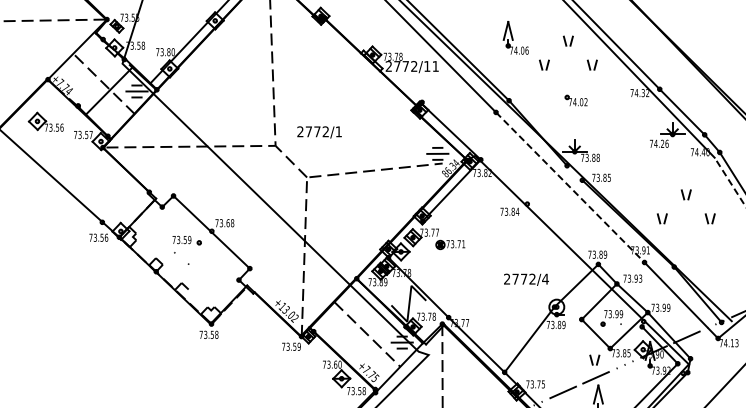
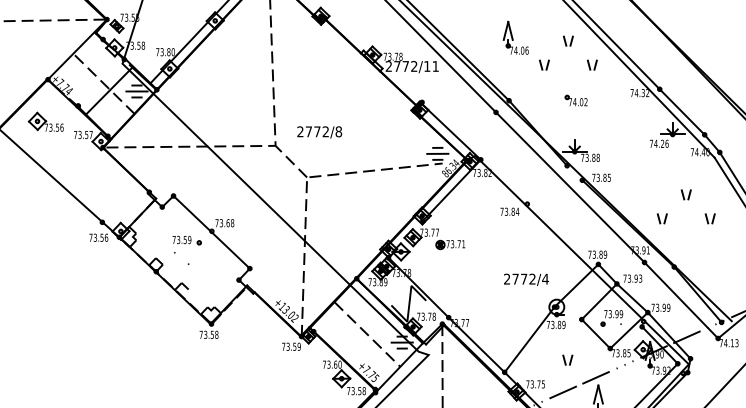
text at (338, 131): 2772/1 -> 2772/8
line at (730, 182): dashed -> solid
line at (570, 187): dashed -> solid
part at (594, 359) position: (594, 359) -> (567, 359)
